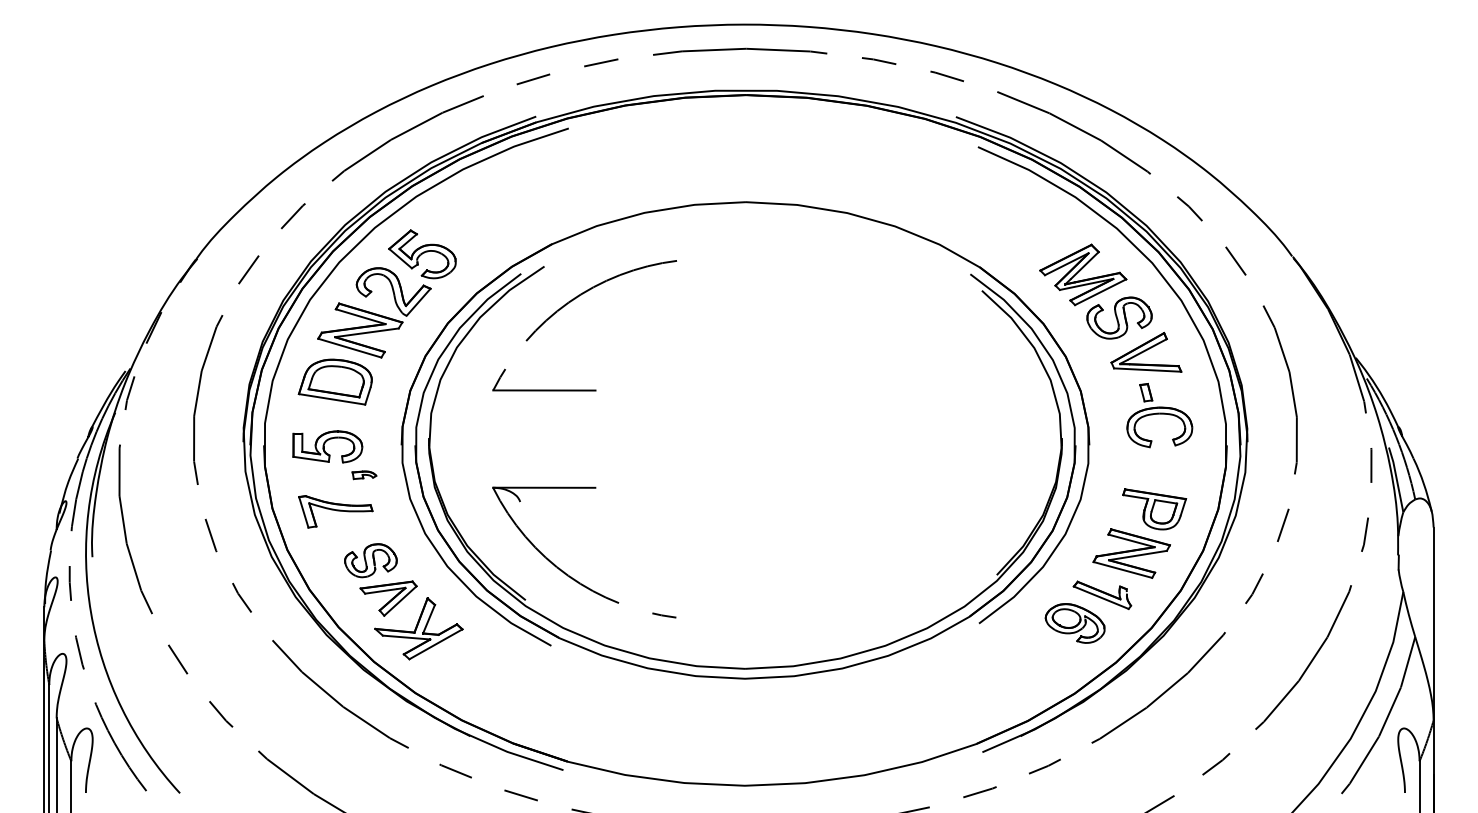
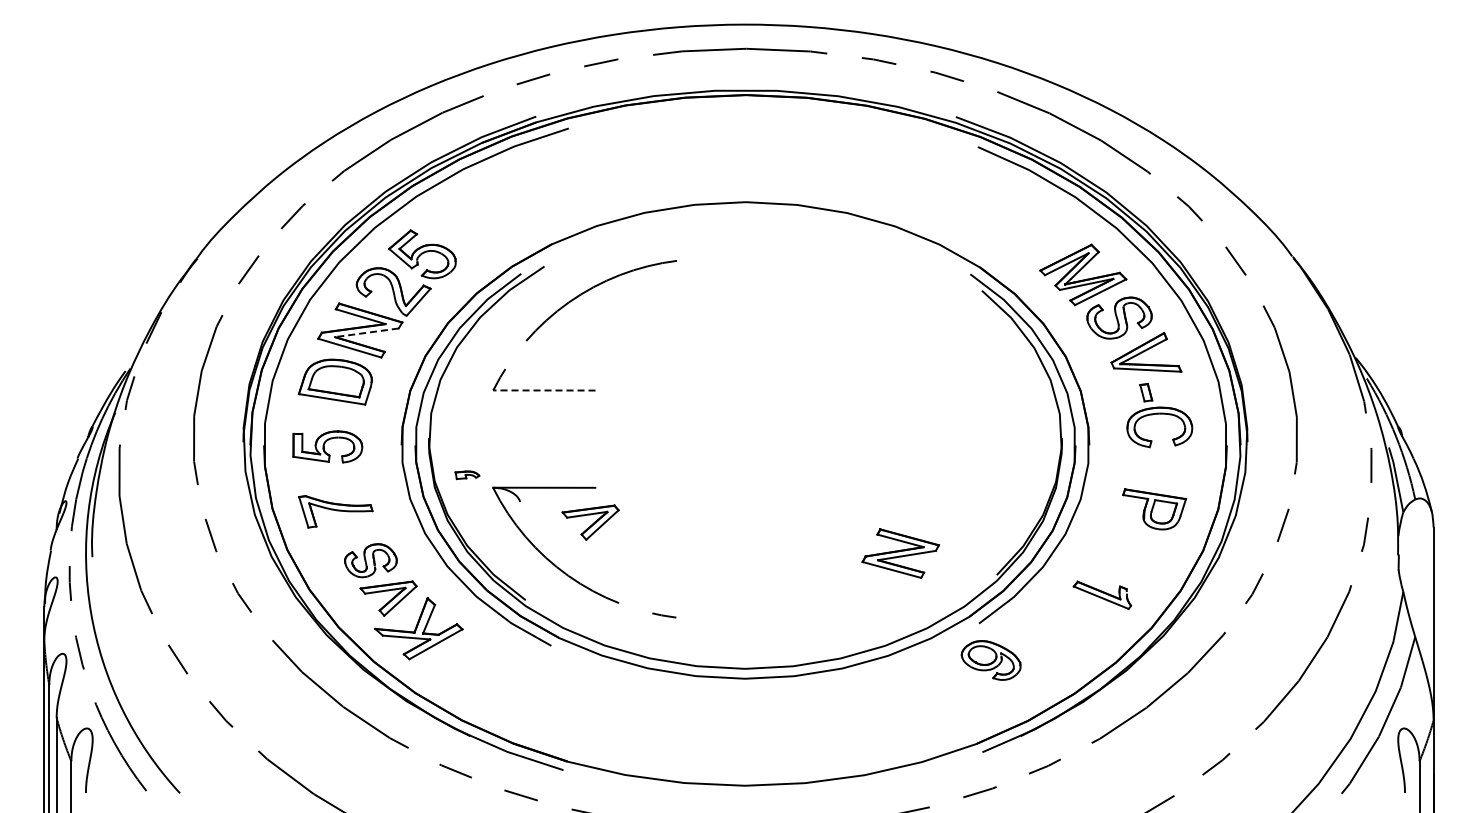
line at (366, 332): solid -> dashed
line at (543, 390): solid -> dashed
part at (364, 475) position: (364, 475) -> (467, 475)
part at (590, 522): none -> present
part at (1131, 553) position: (1131, 553) -> (900, 553)
part at (1074, 623) position: (1074, 623) -> (990, 660)
